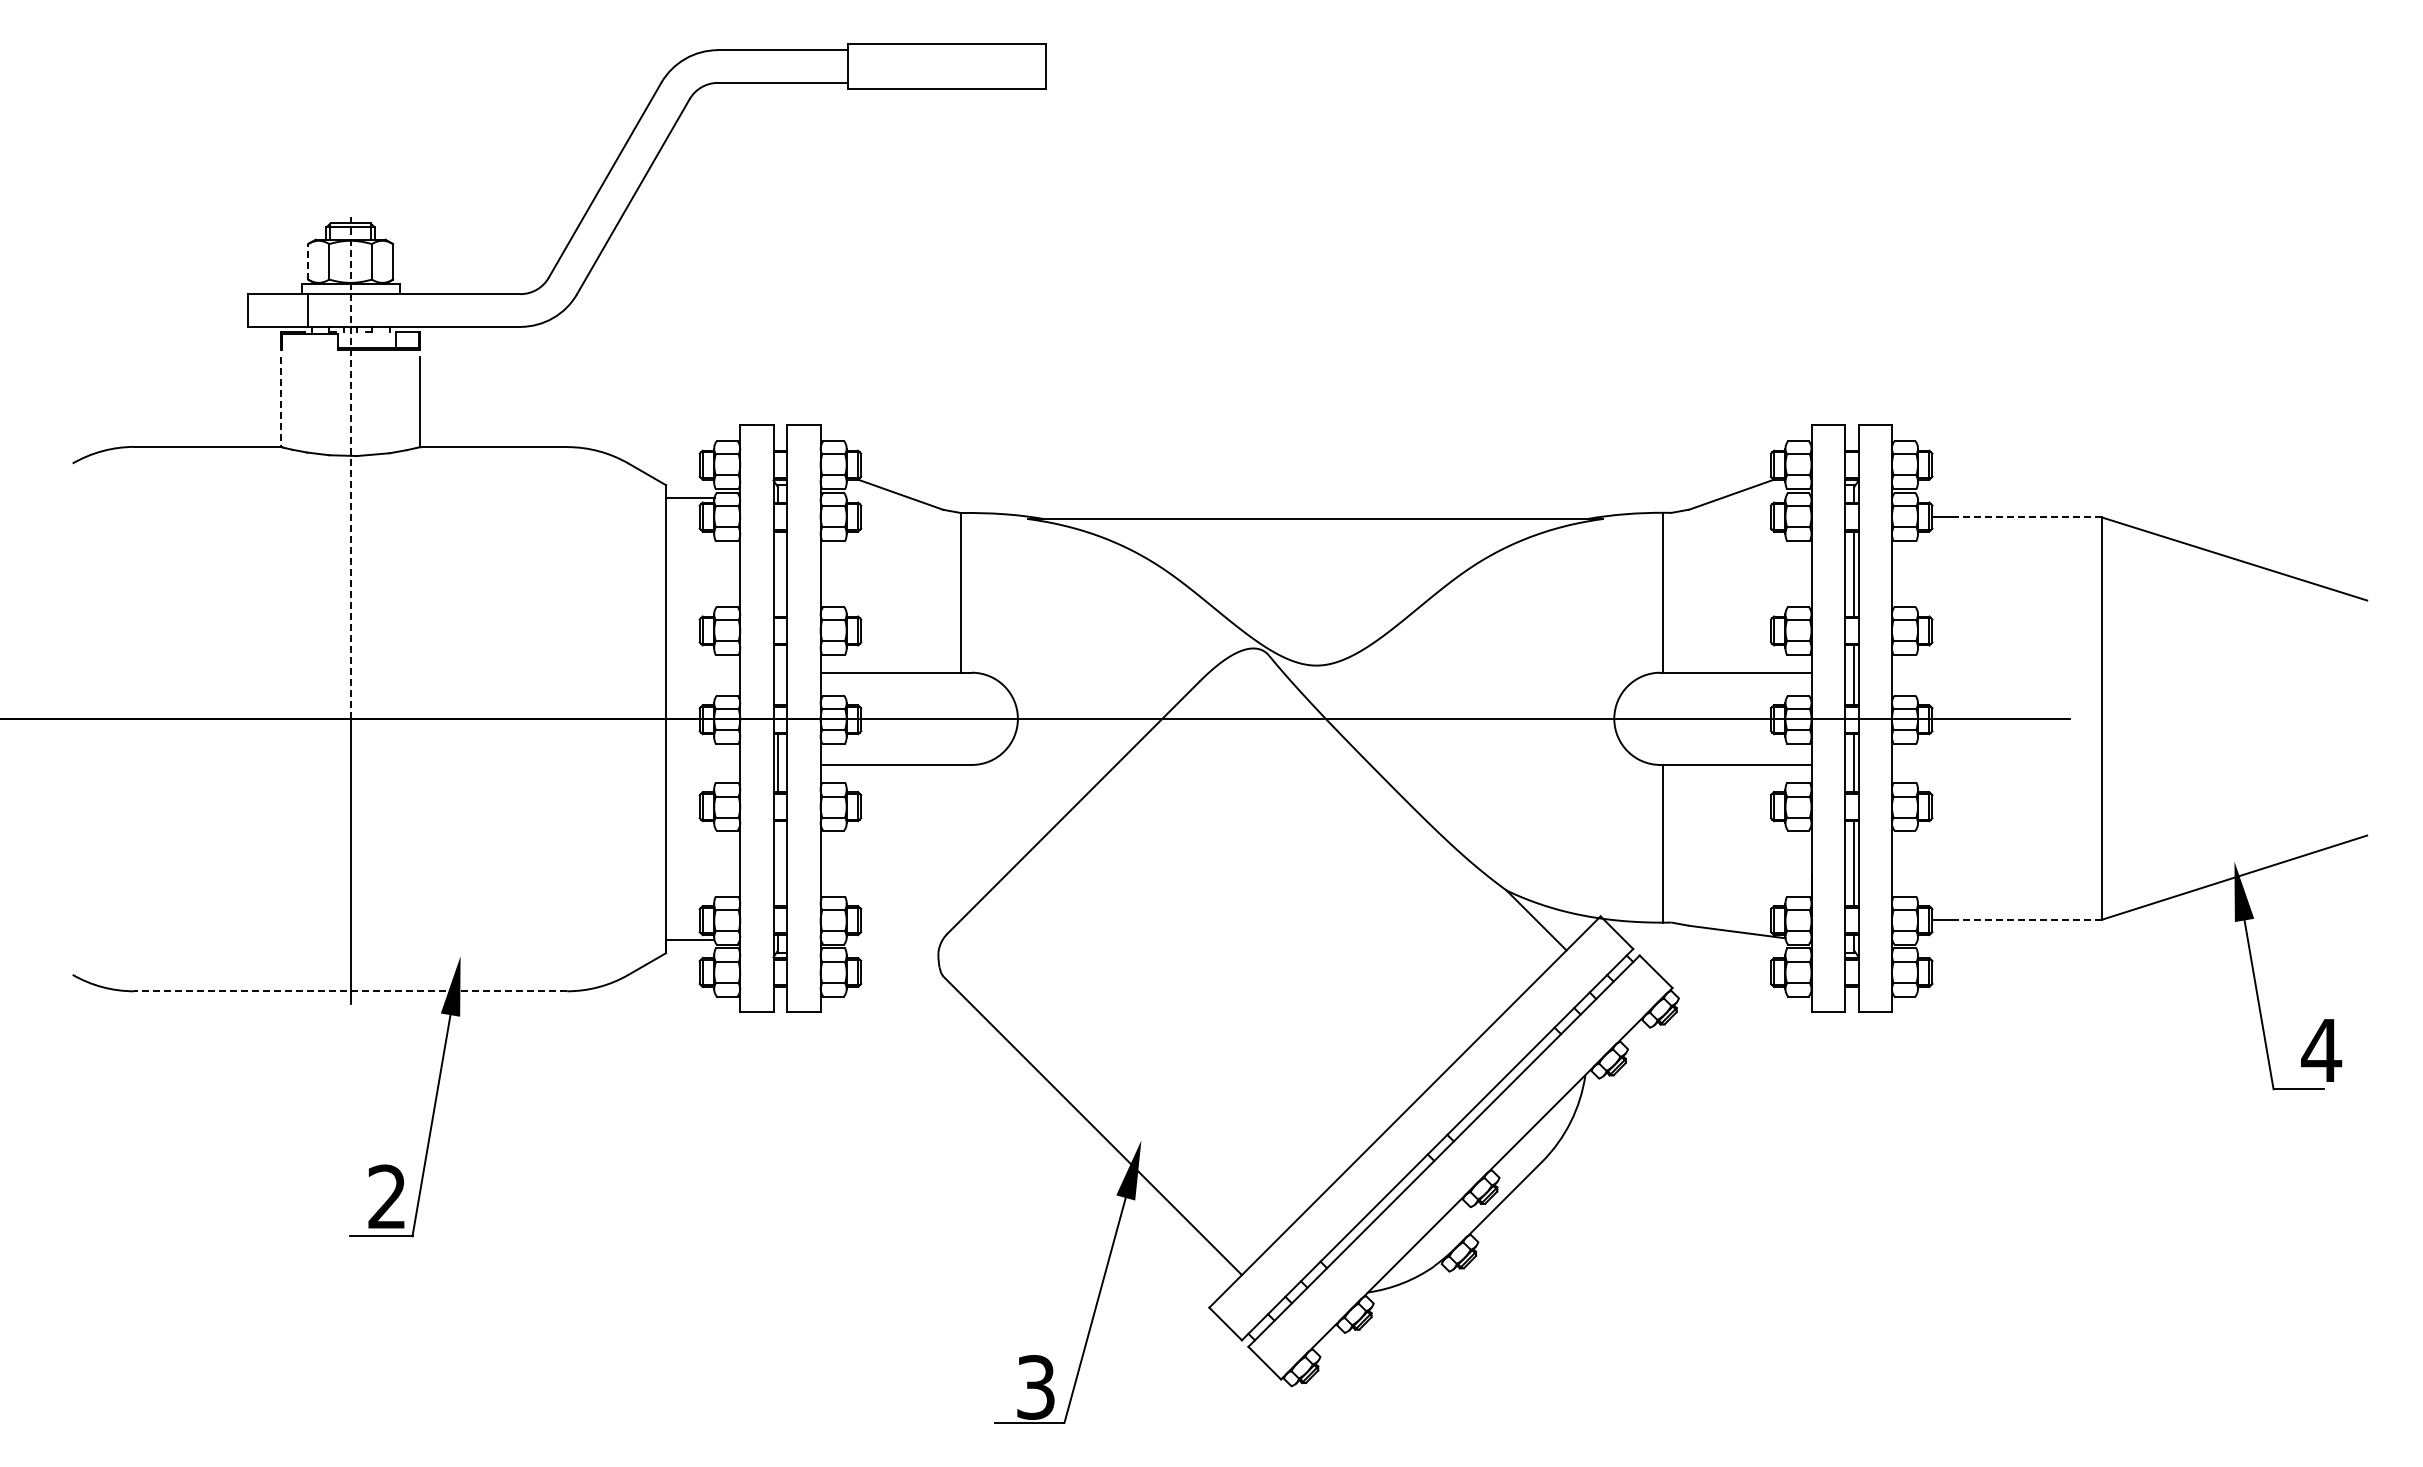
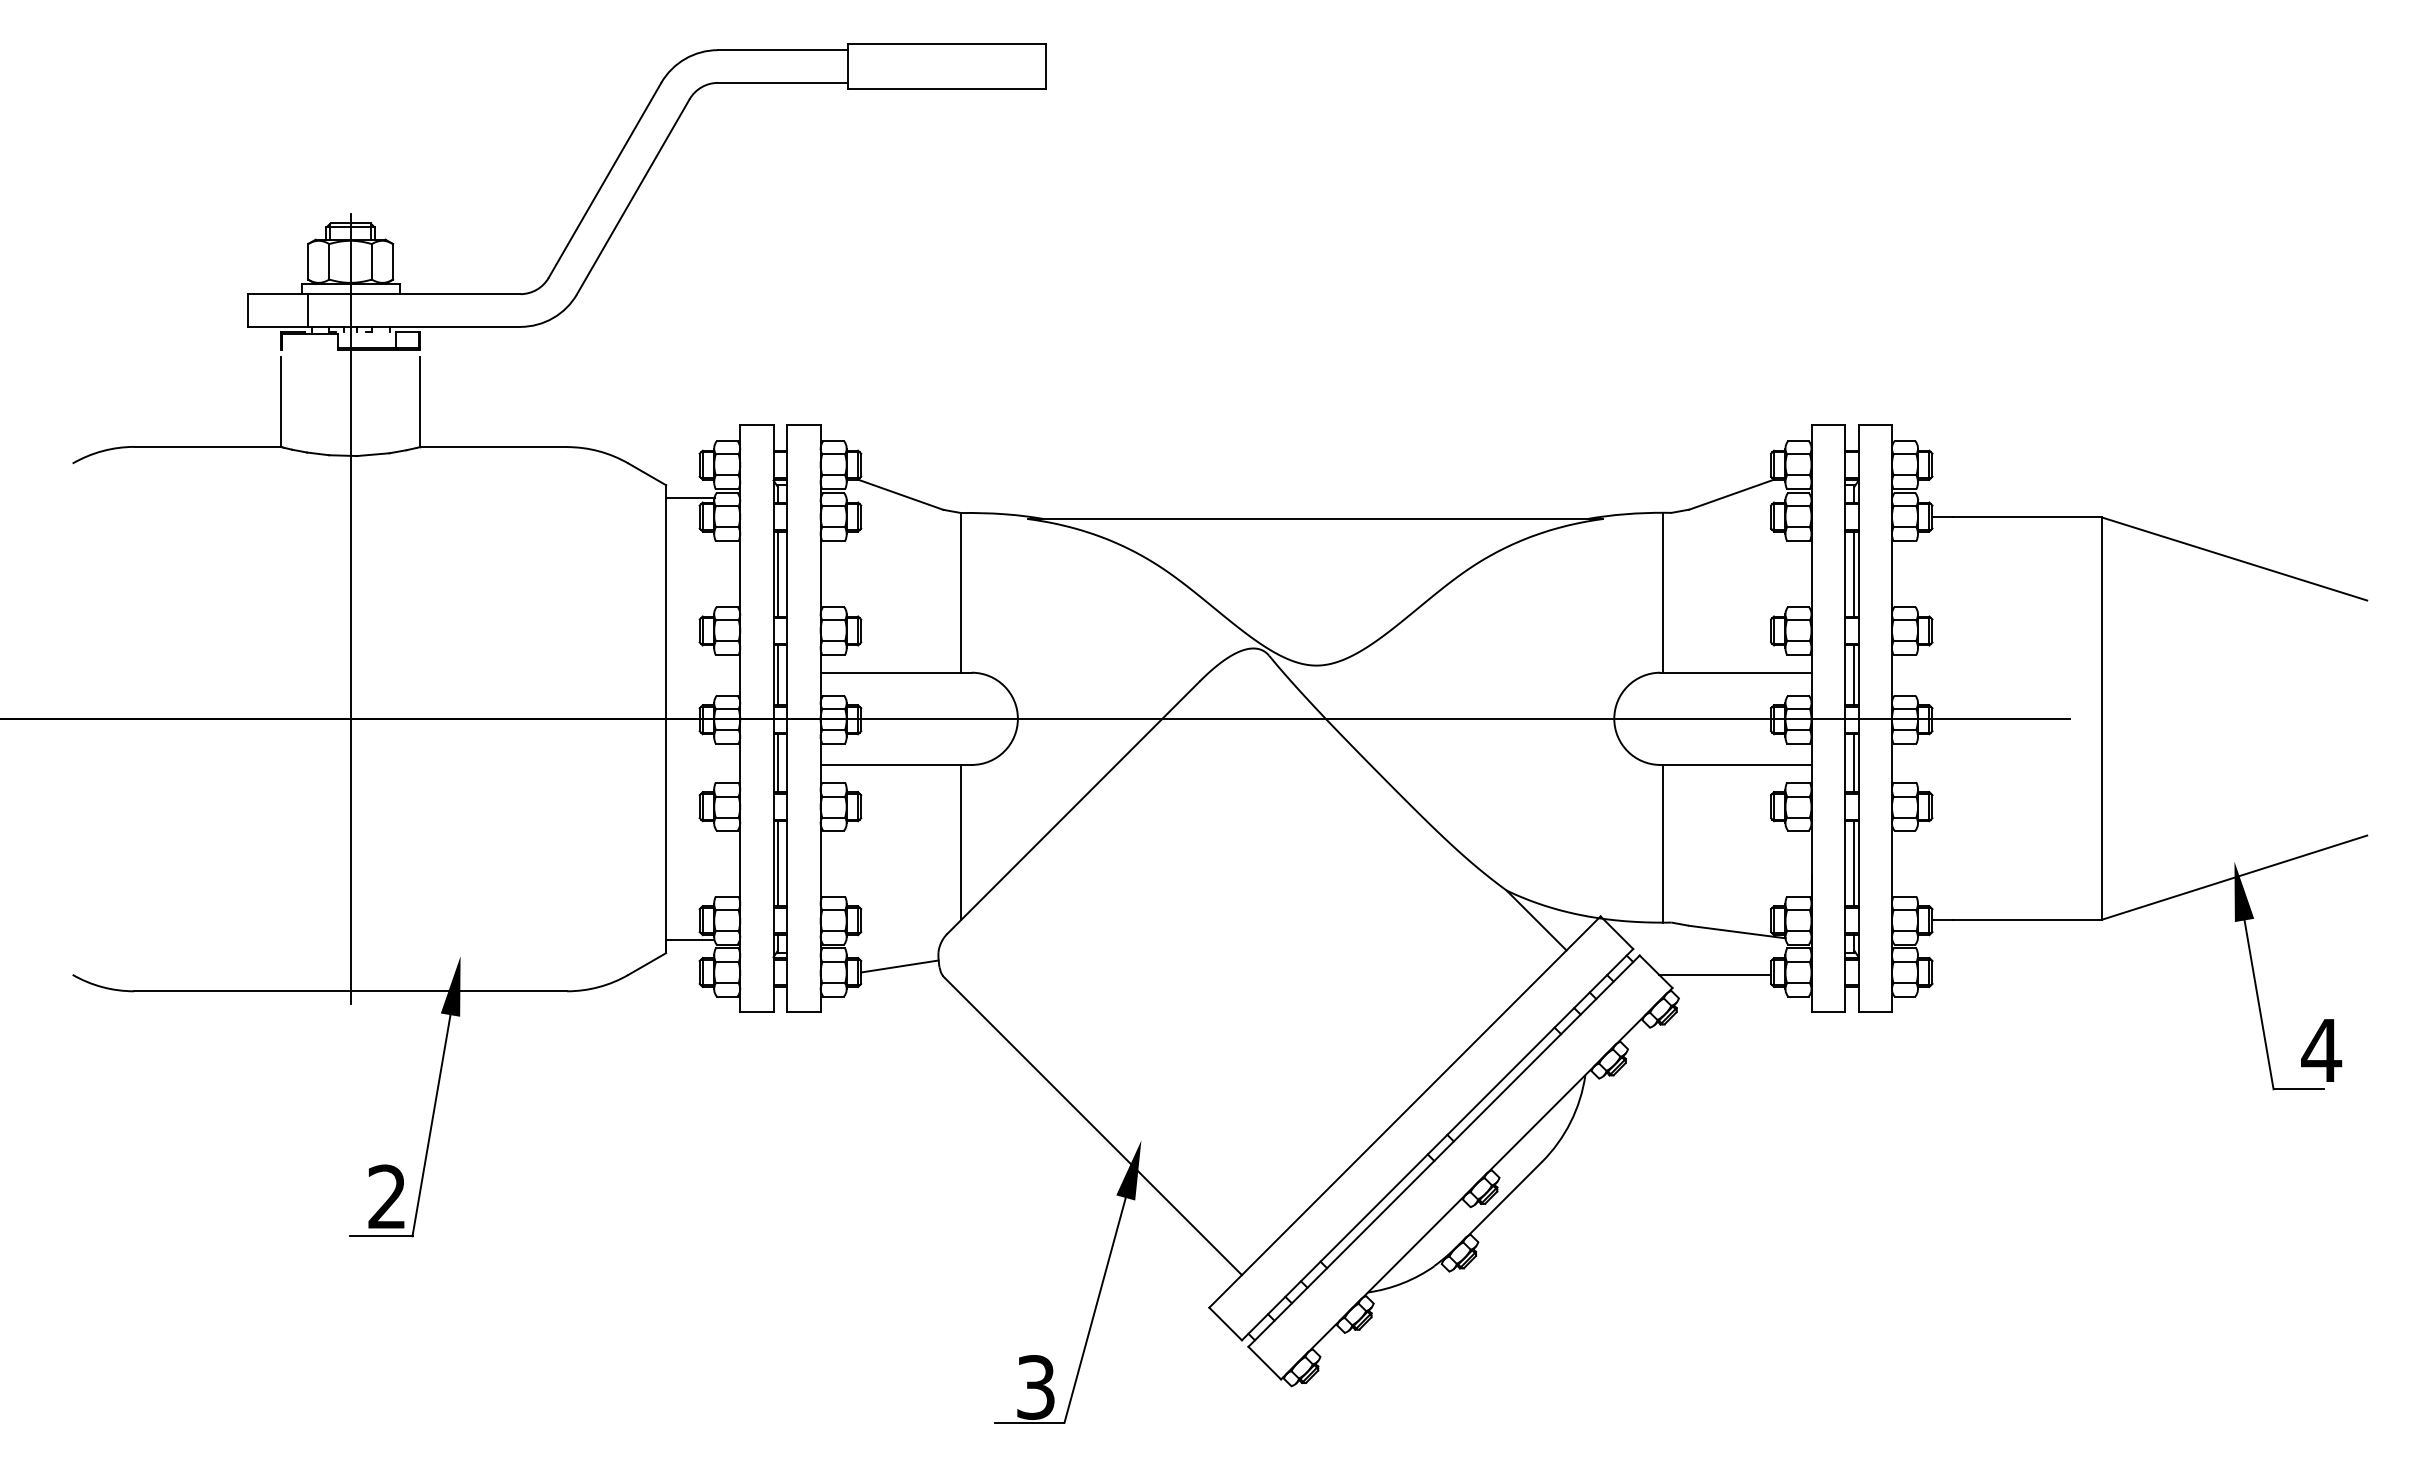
line at (308, 261): dashed -> solid
line at (281, 402): dashed -> solid
line at (350, 466): dashed -> solid
line at (2027, 517): dashed -> solid
line at (778, 573): none -> present
line at (778, 675): none -> present
line at (961, 842): none -> present
line at (778, 863): none -> present
line at (2027, 919): dashed -> solid
line at (899, 966): none -> present
line at (1715, 974): none -> present
line at (350, 991): dashed -> solid
